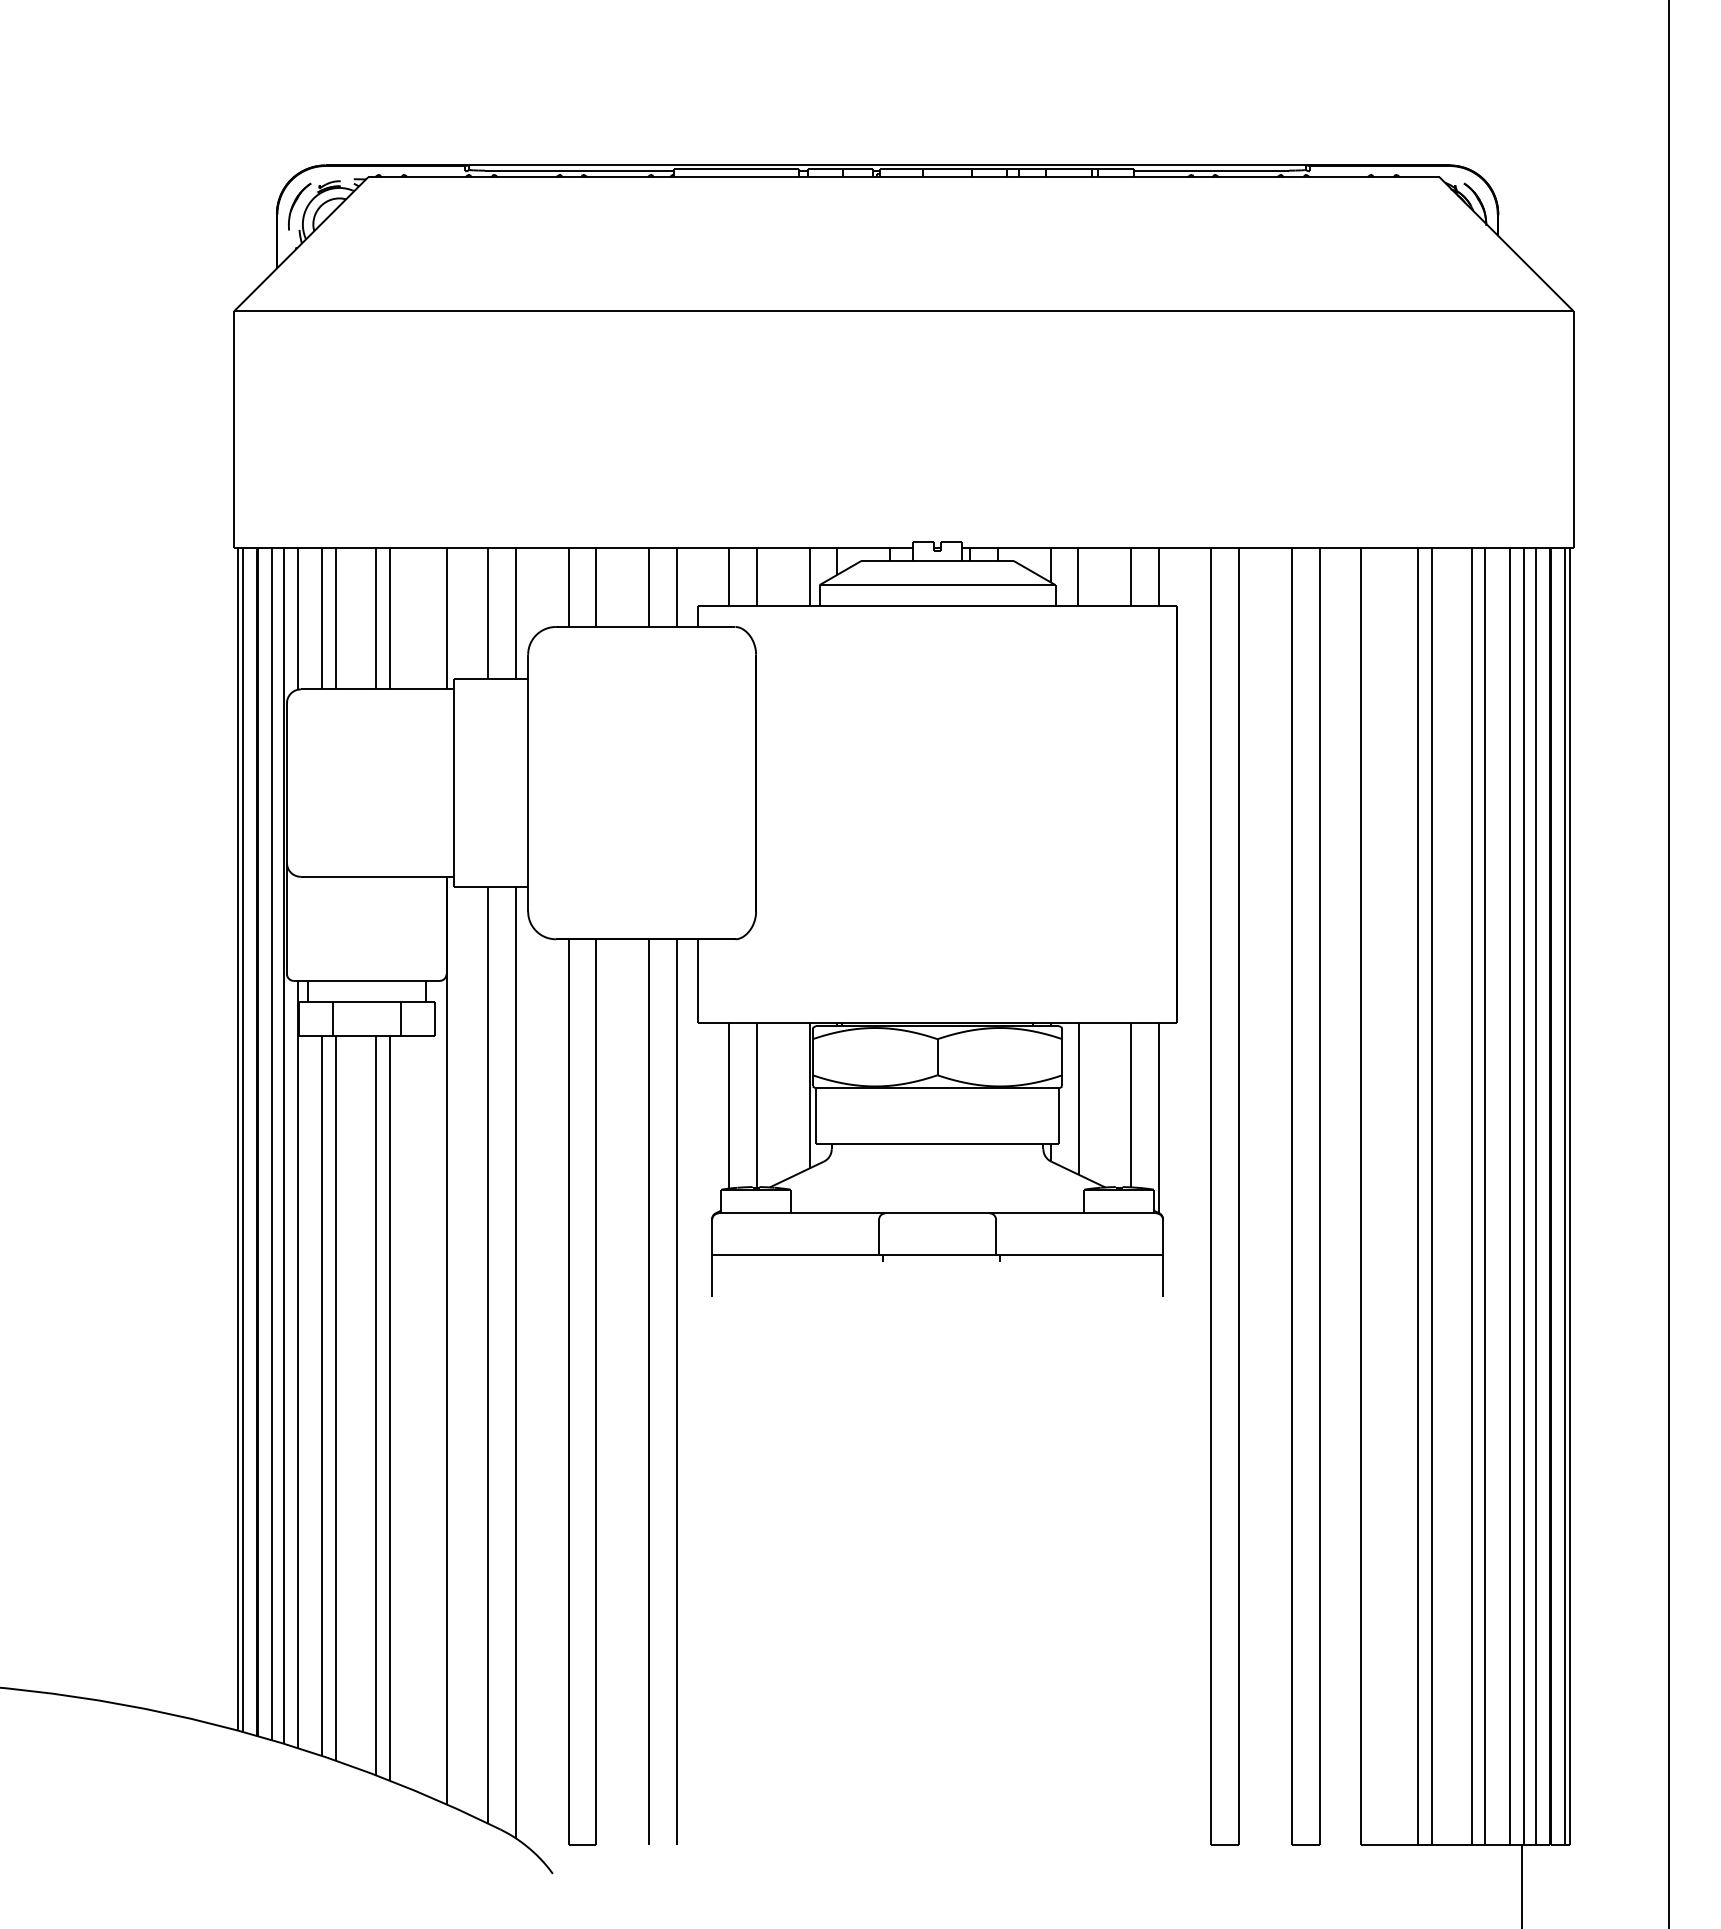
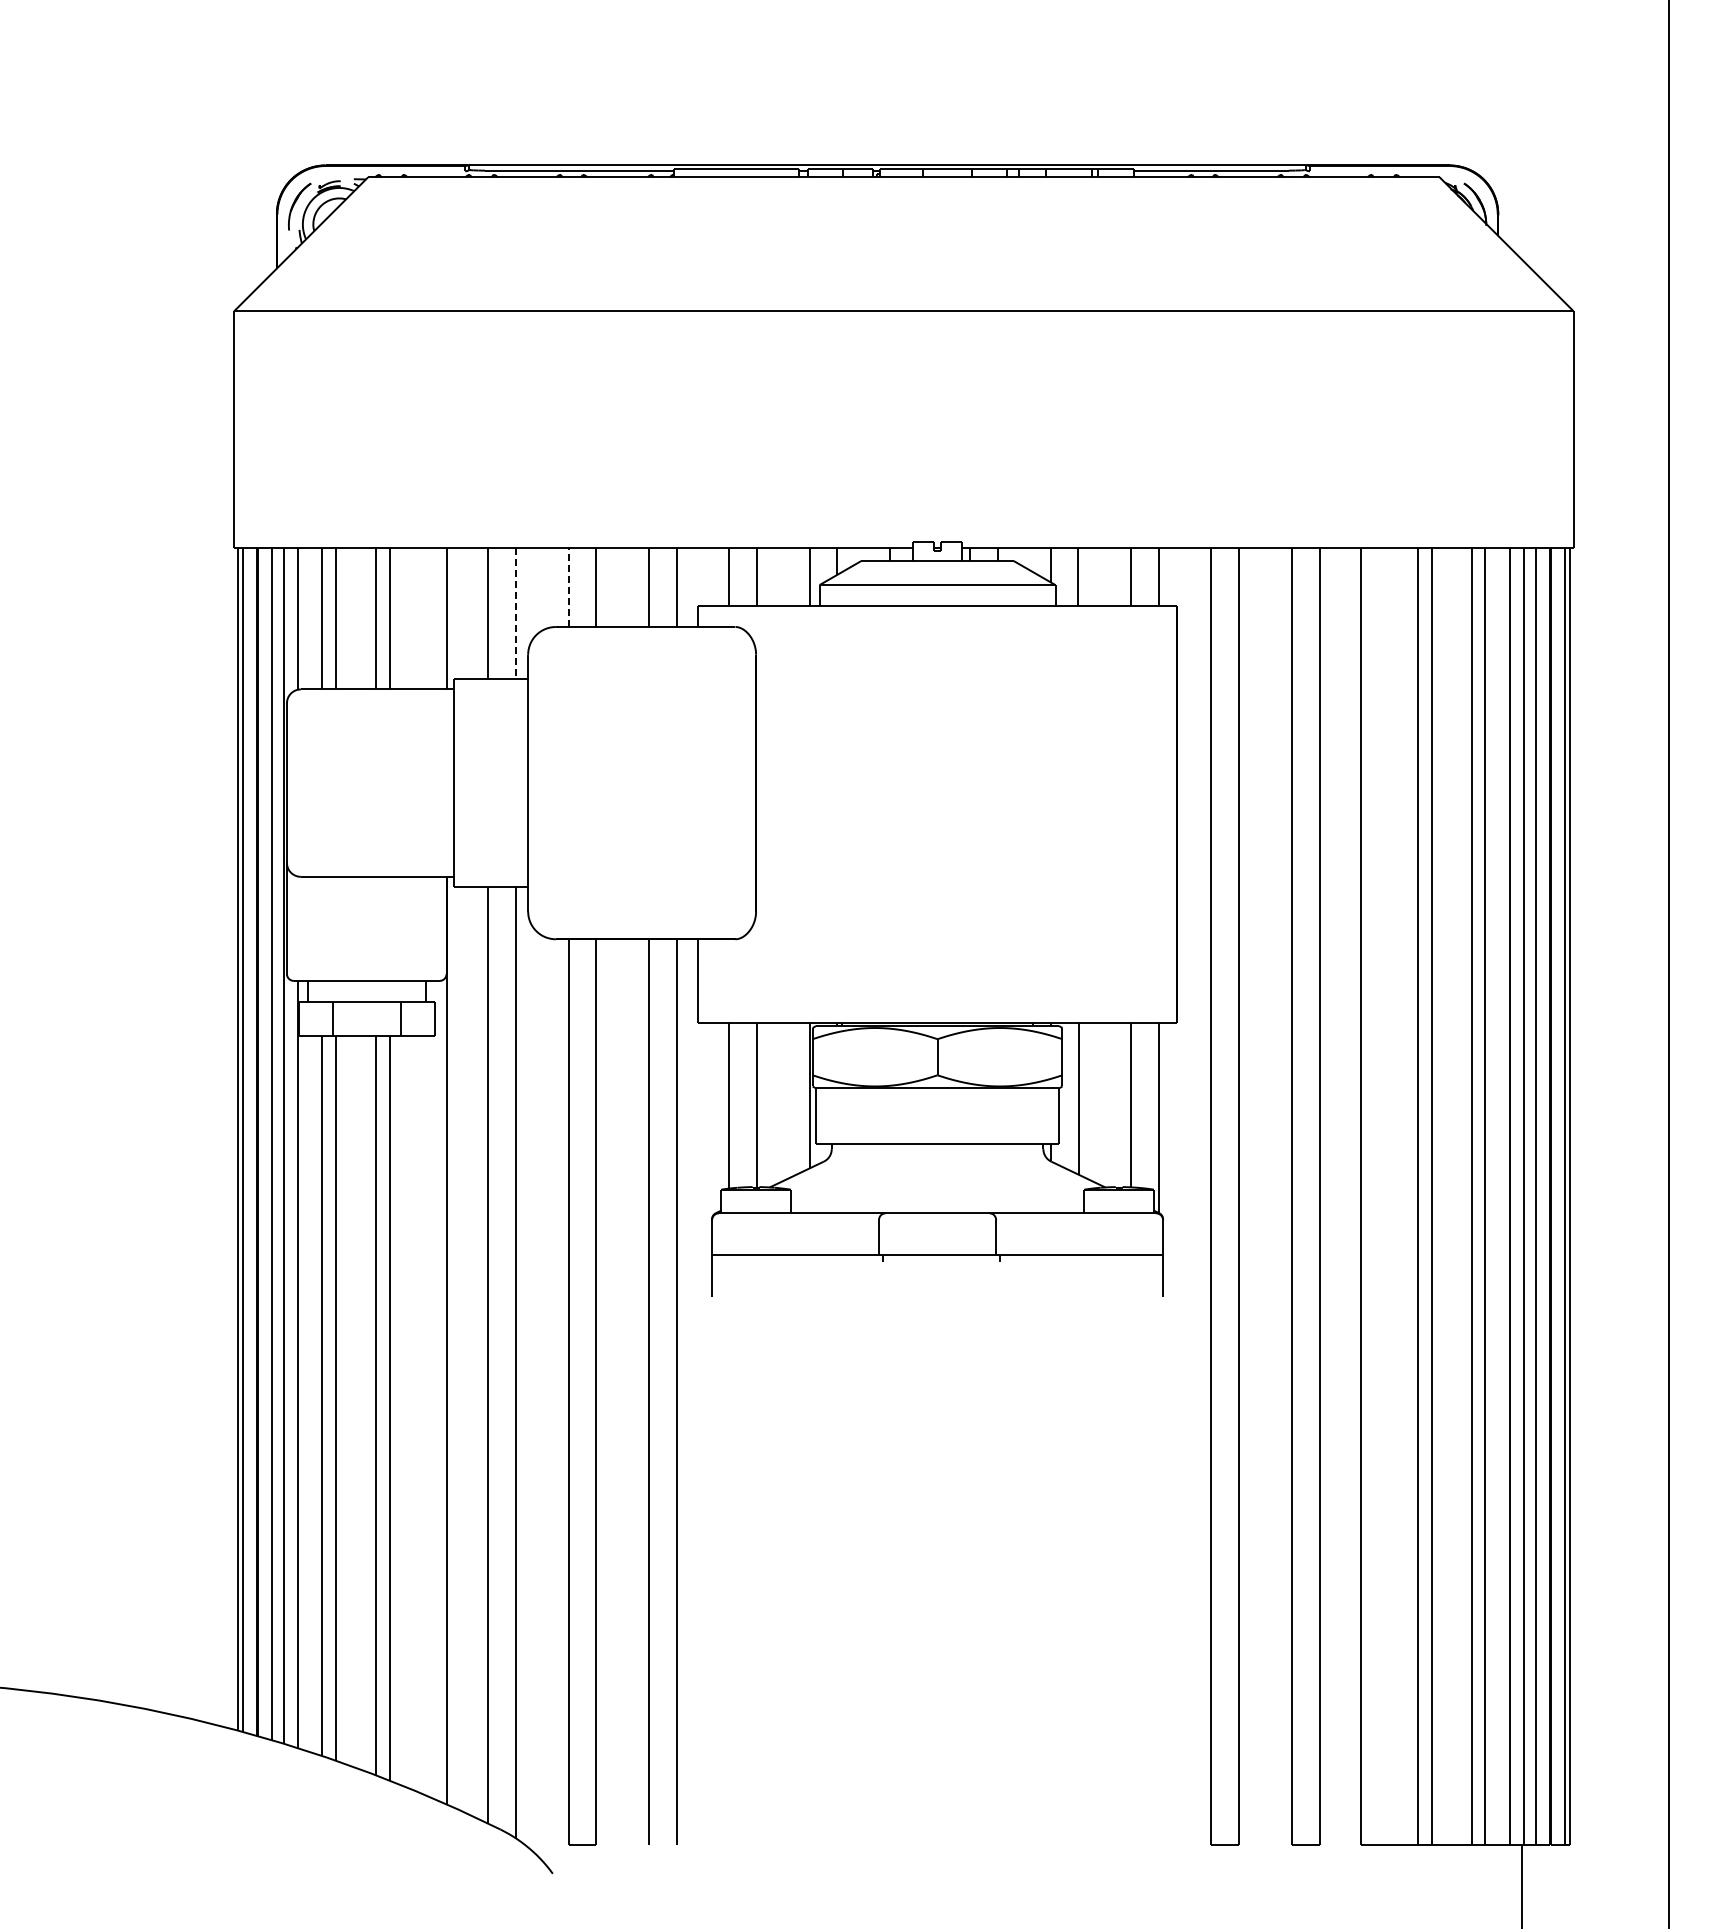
line at (568, 587): solid -> dashed
line at (515, 613): solid -> dashed
